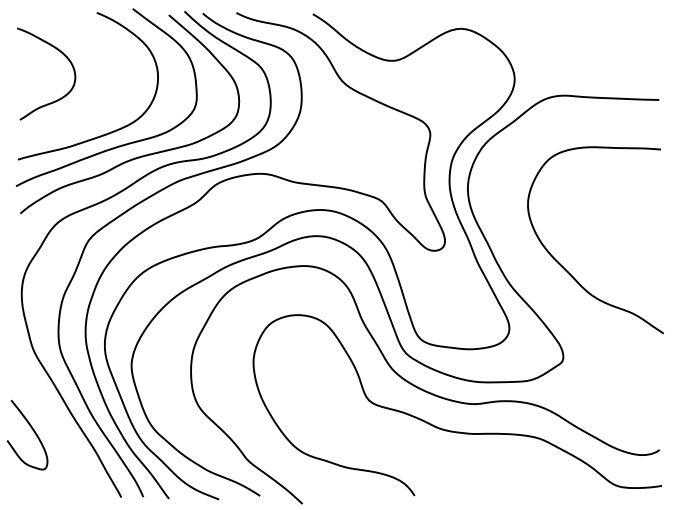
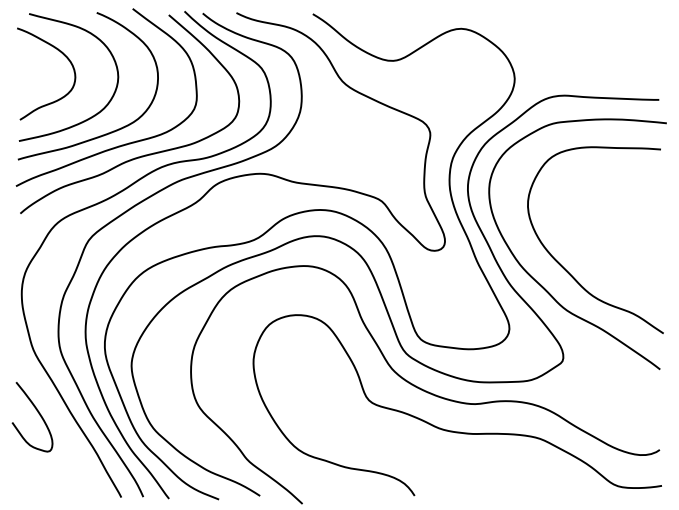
curve at (92, 115): none -> present
curve at (540, 283): none -> present
curve at (32, 430) position: (32, 430) -> (37, 412)
